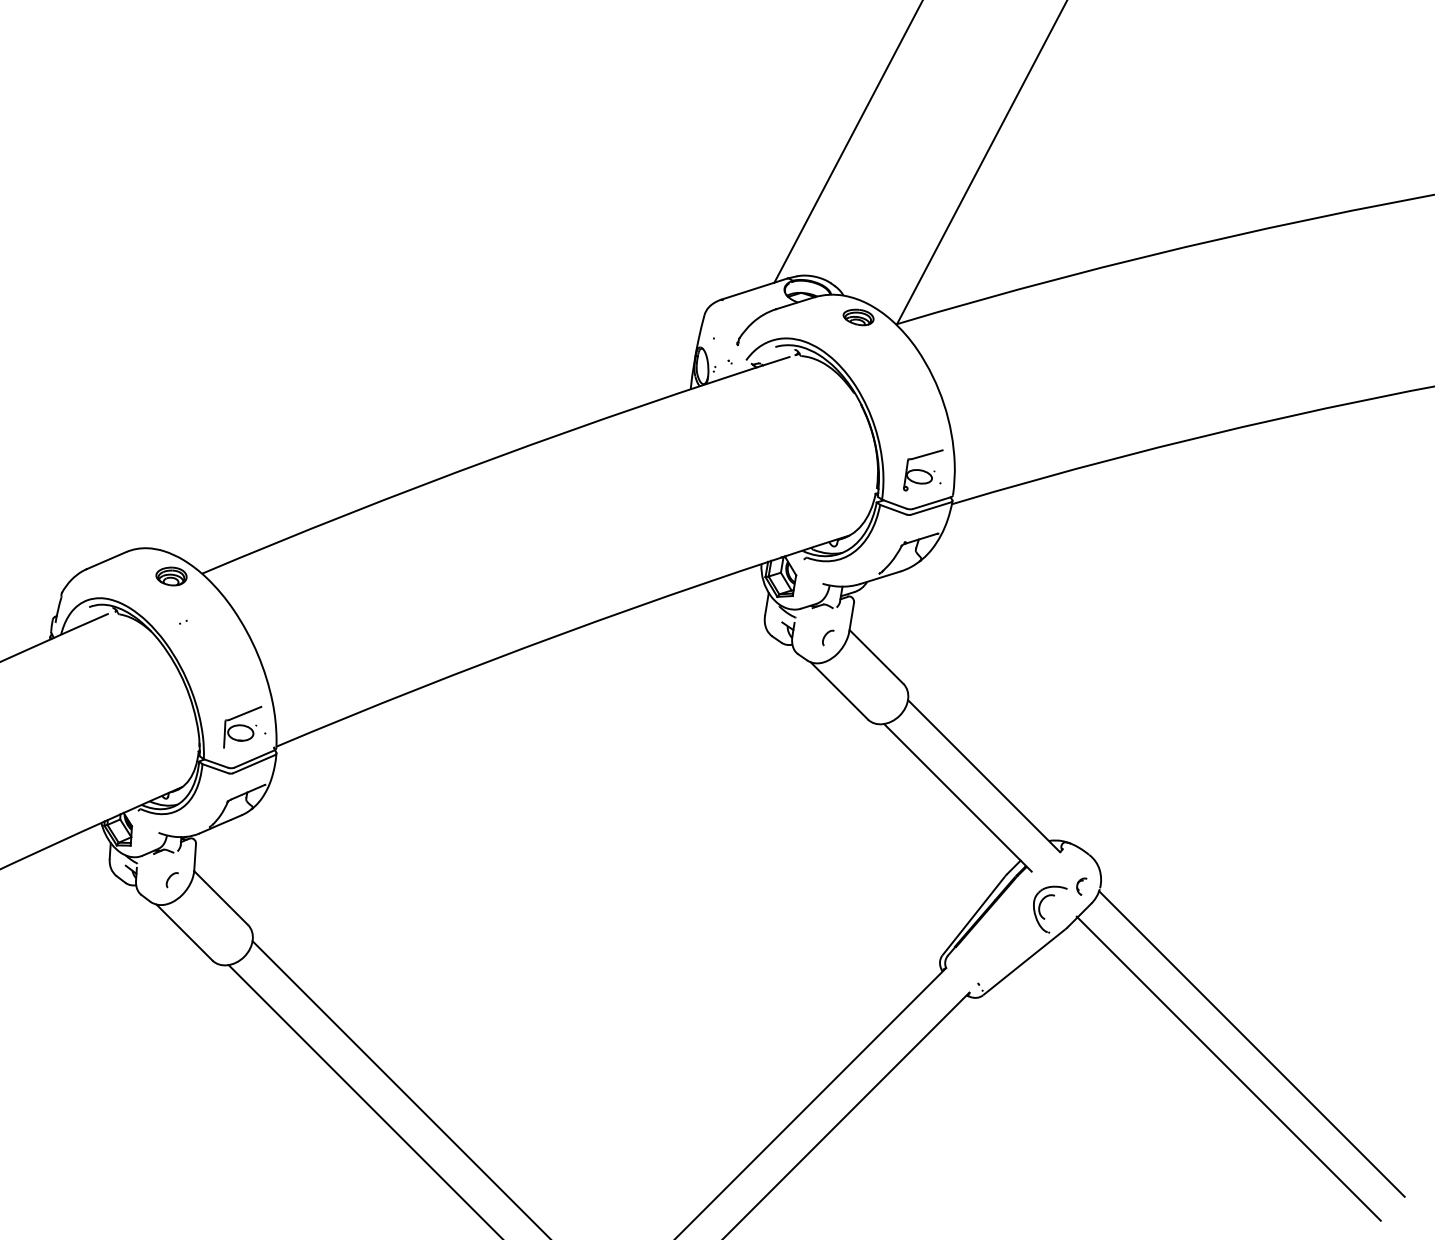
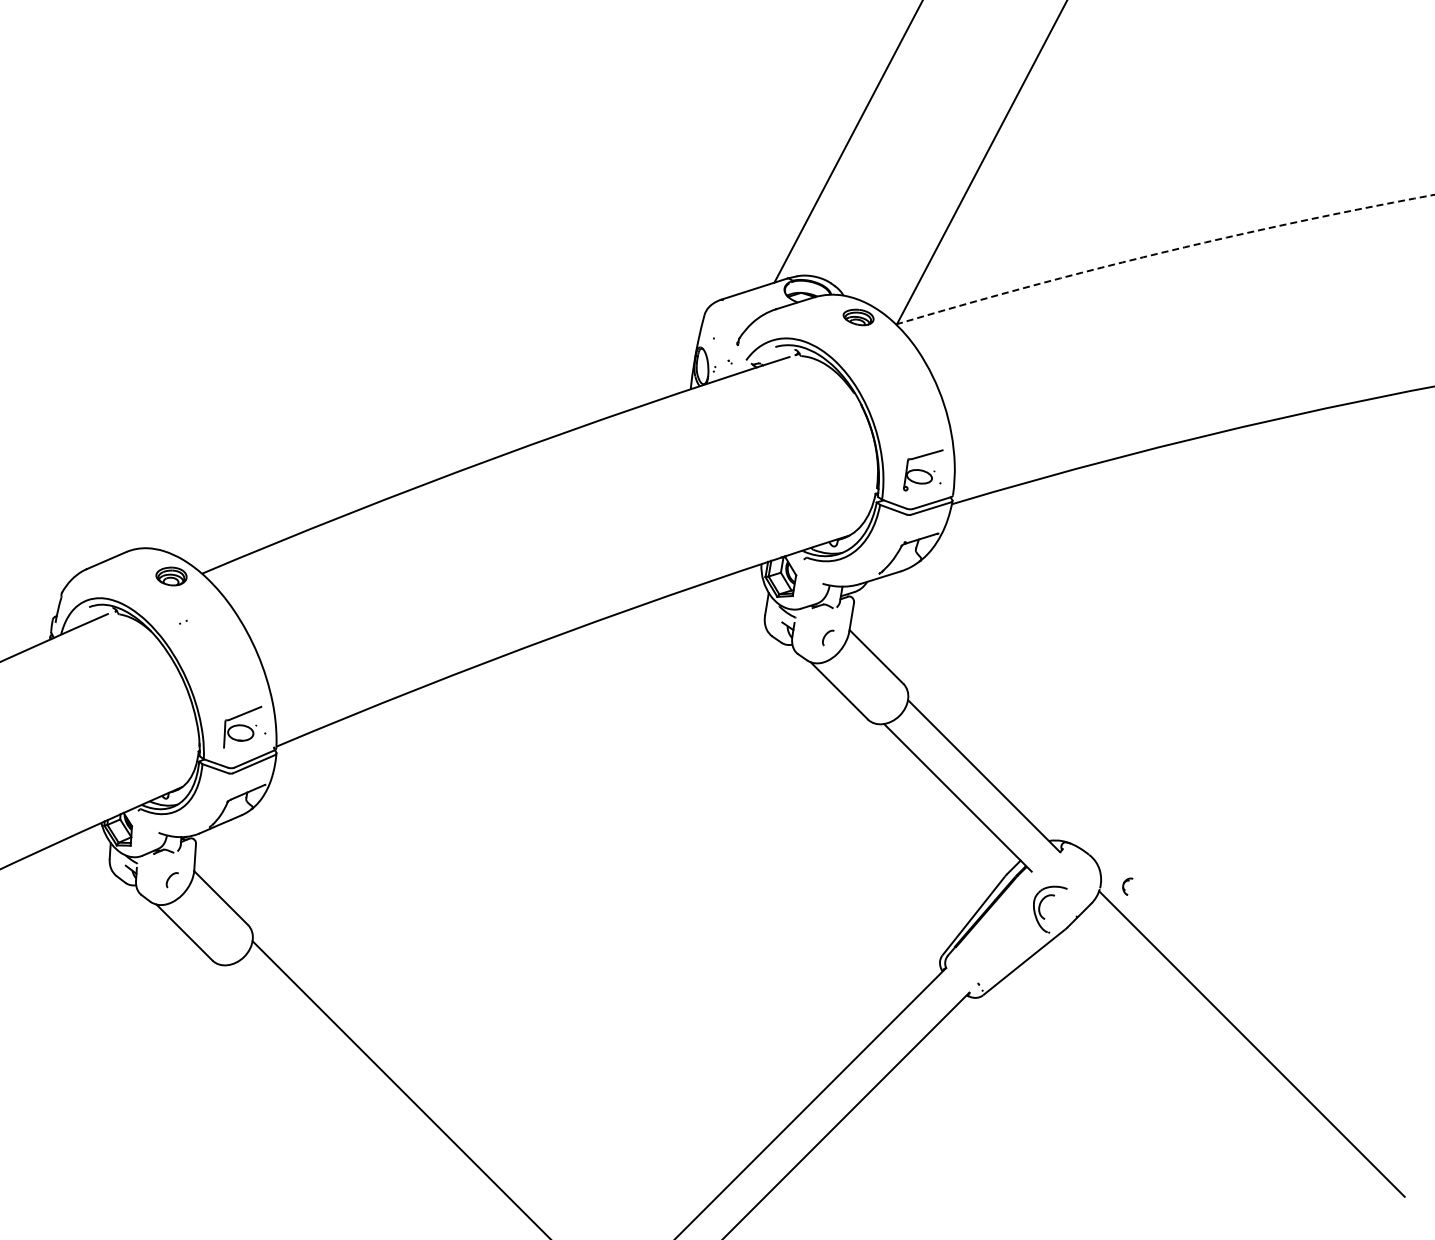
line at (1163, 252): solid -> dashed
part at (1081, 886) position: (1081, 886) -> (1127, 886)
line at (1228, 1068): present -> none
line at (364, 1100): present -> none
